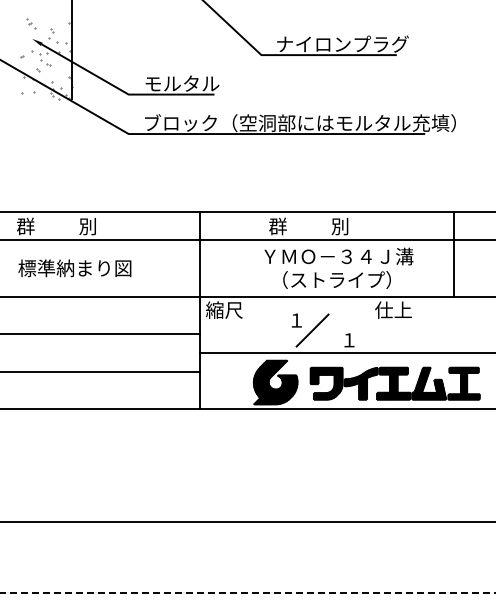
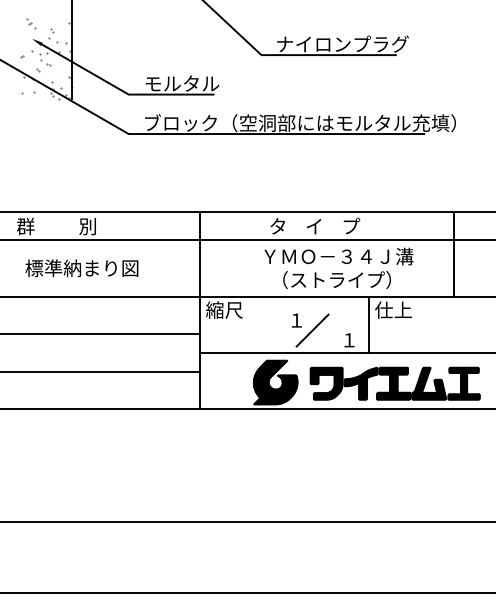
text at (314, 226): 群          別 -> タ    イ    プ
text at (74, 268) position: (74, 268) -> (81, 268)
line at (368, 324): none -> present
line at (248, 592): dashed -> solid
